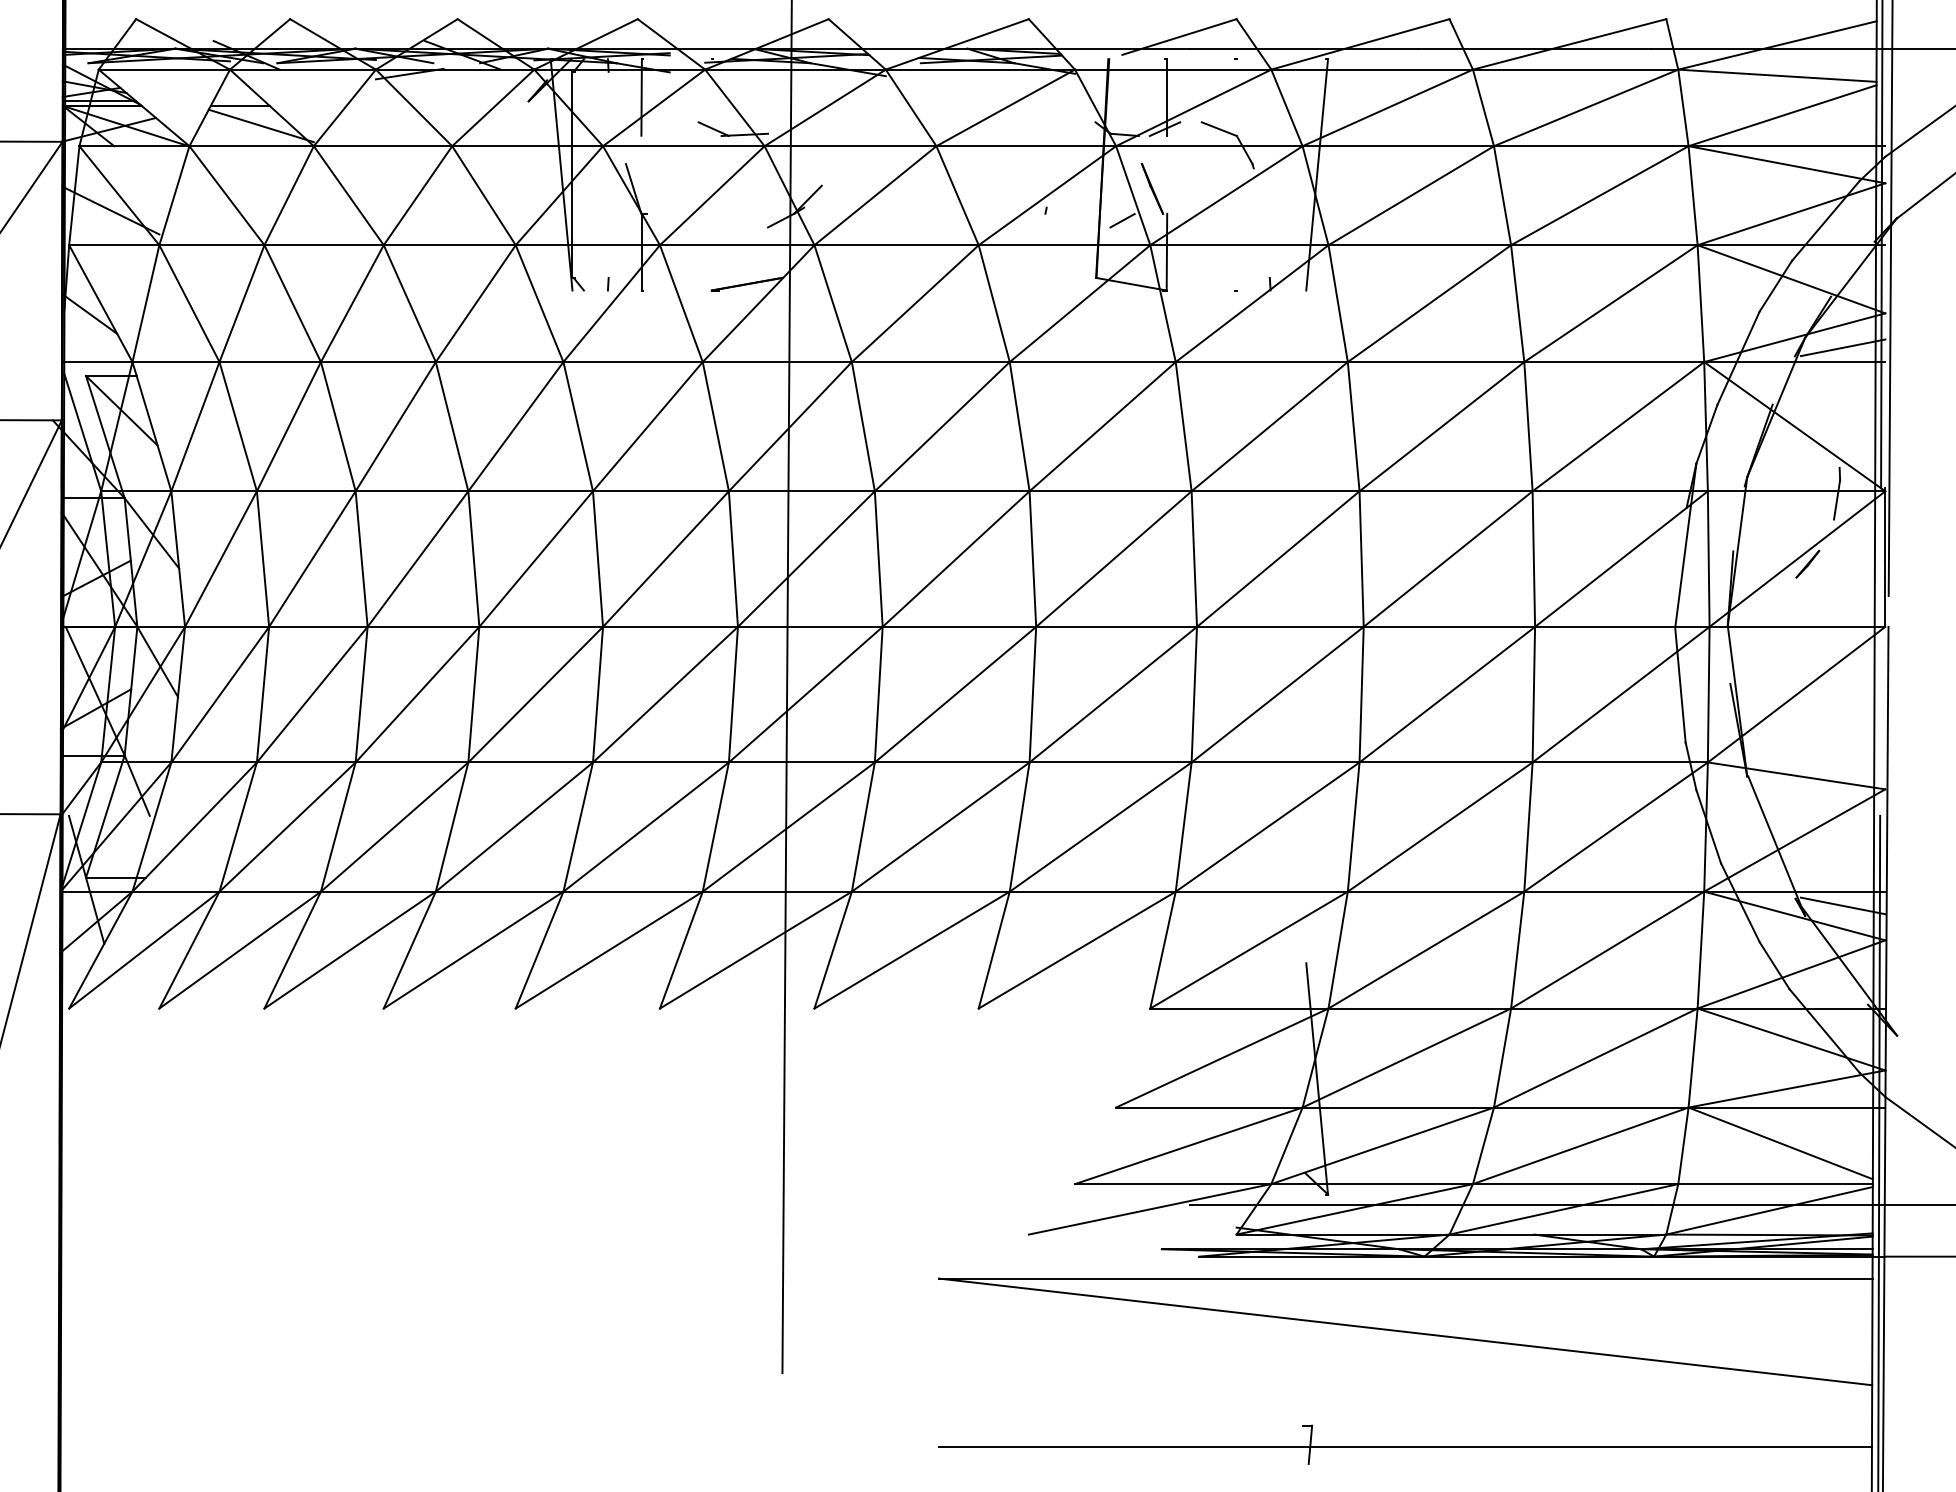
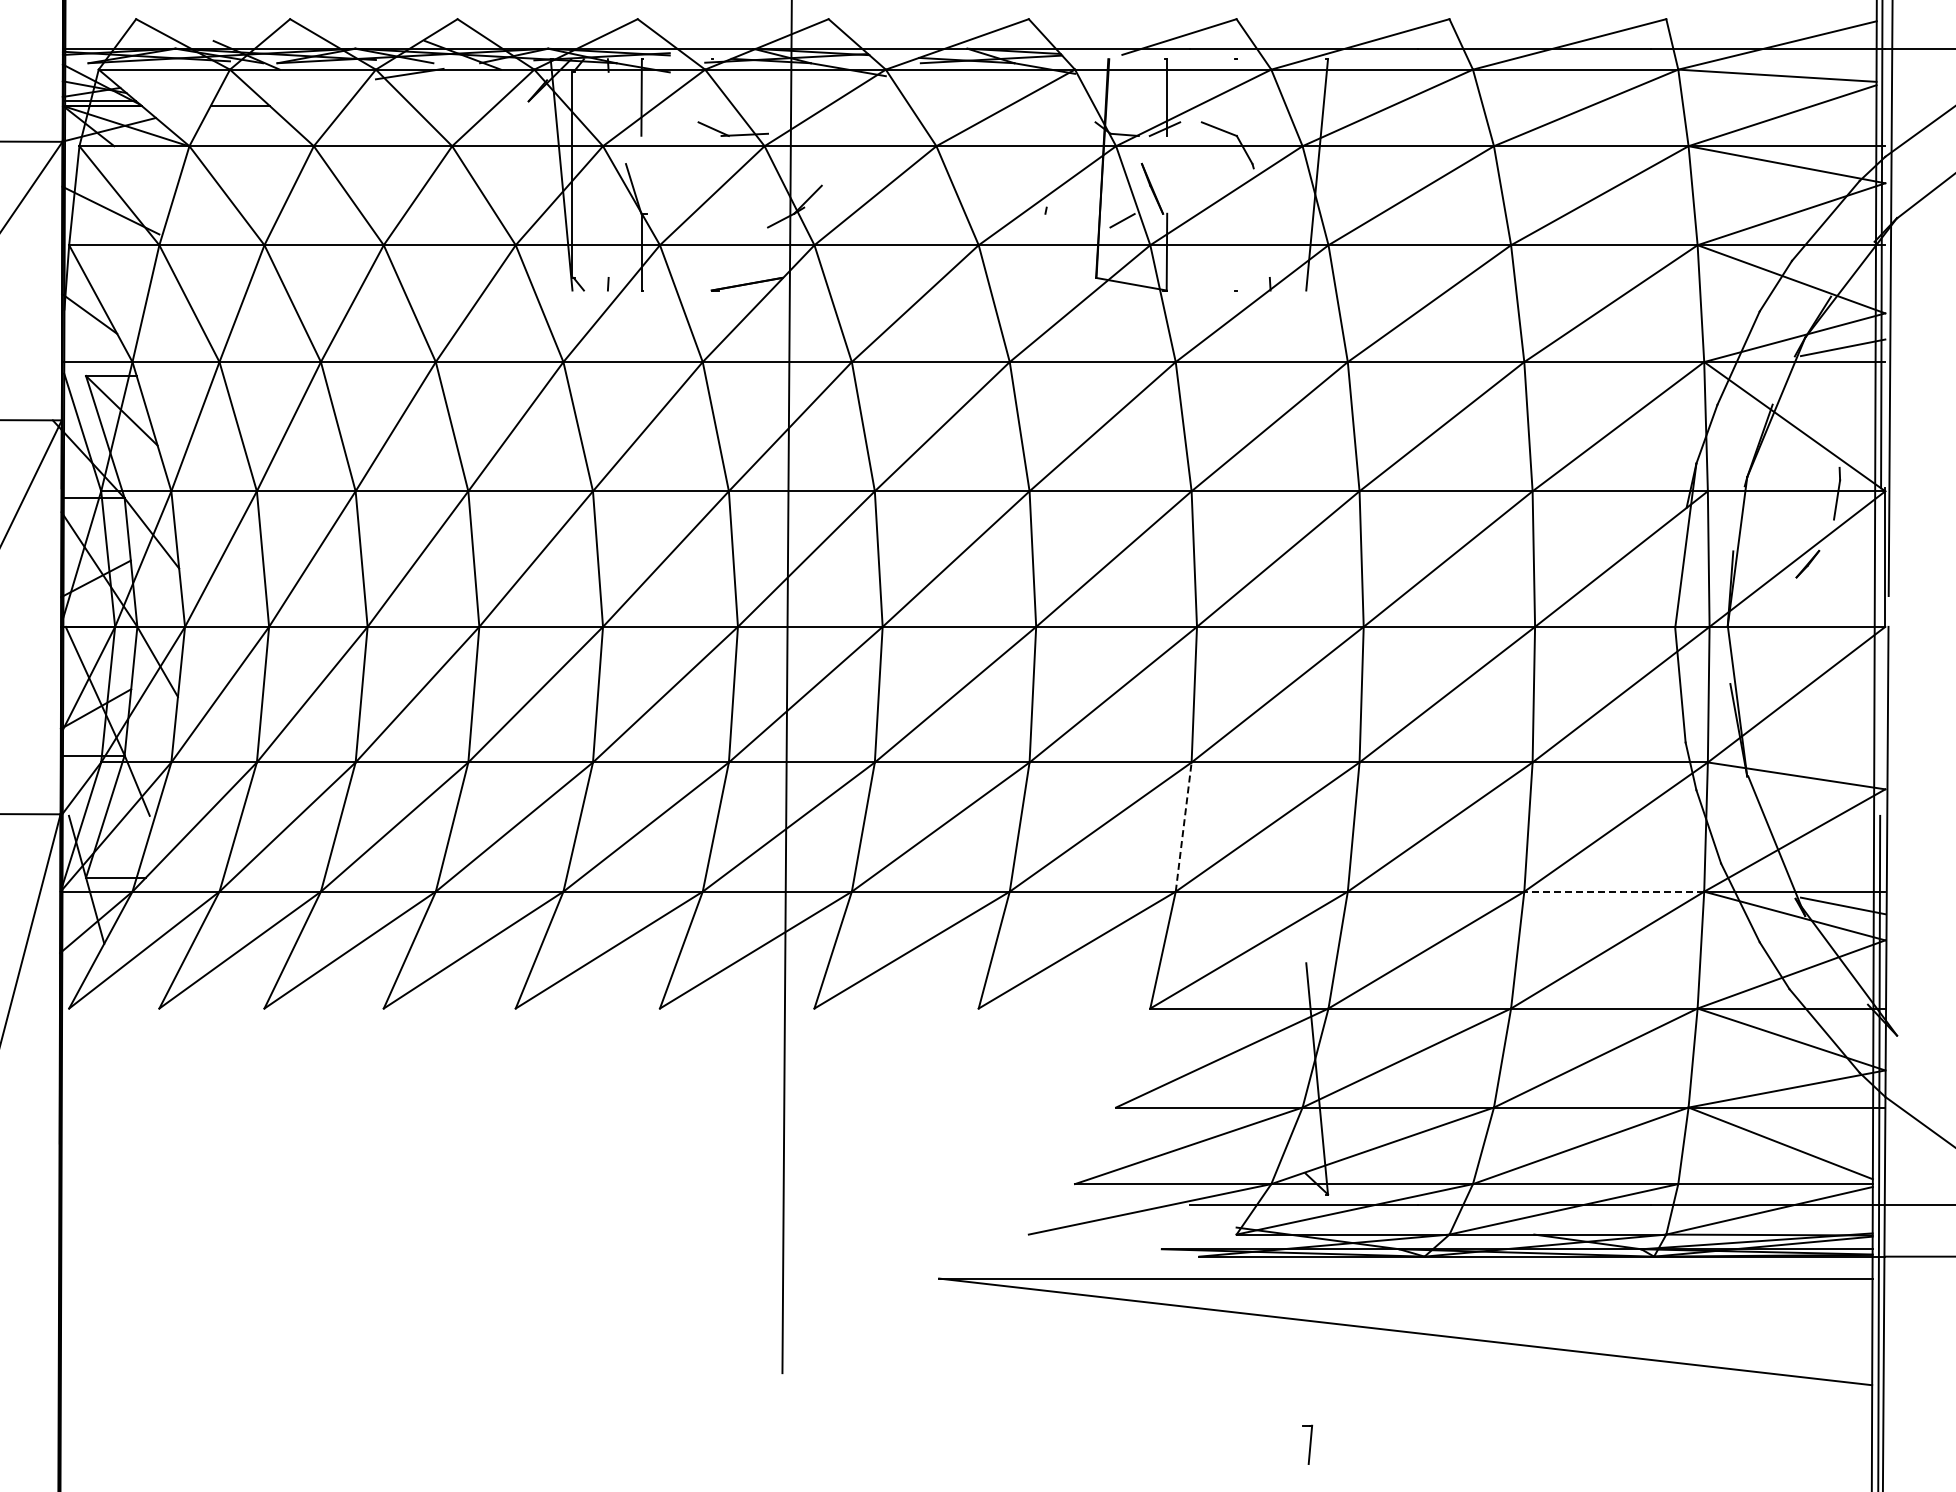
line at (260, 125): present -> none
line at (1183, 826): solid -> dashed
line at (1614, 891): solid -> dashed
line at (1405, 1446): present -> none
